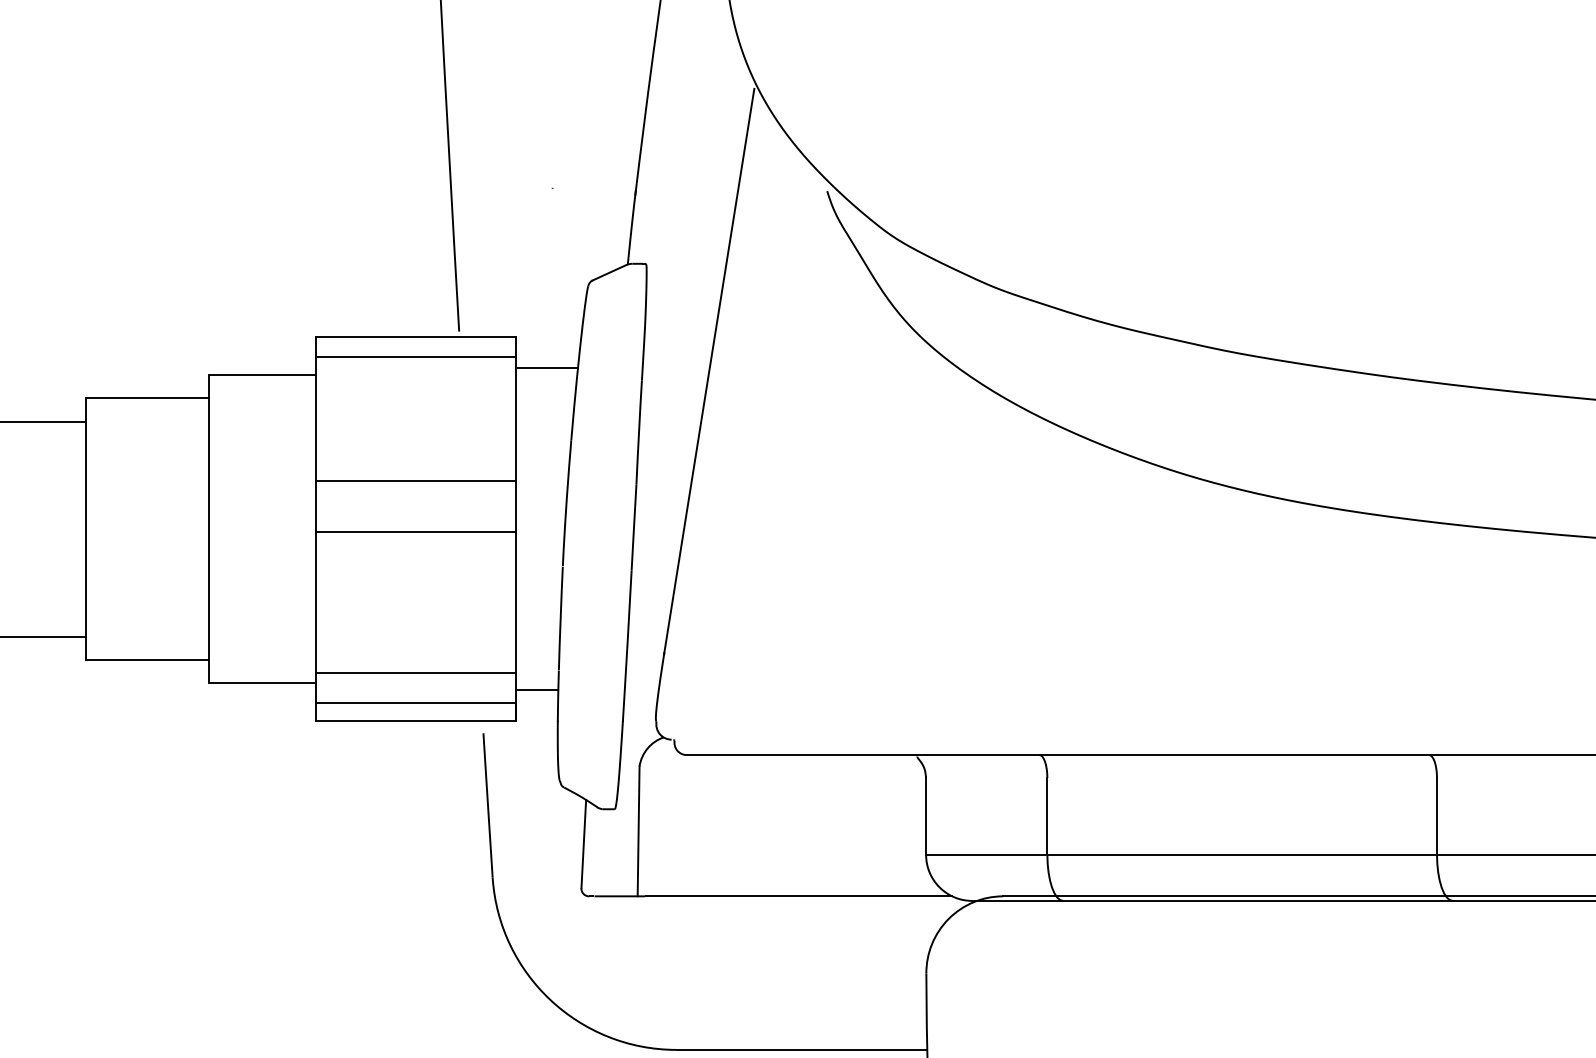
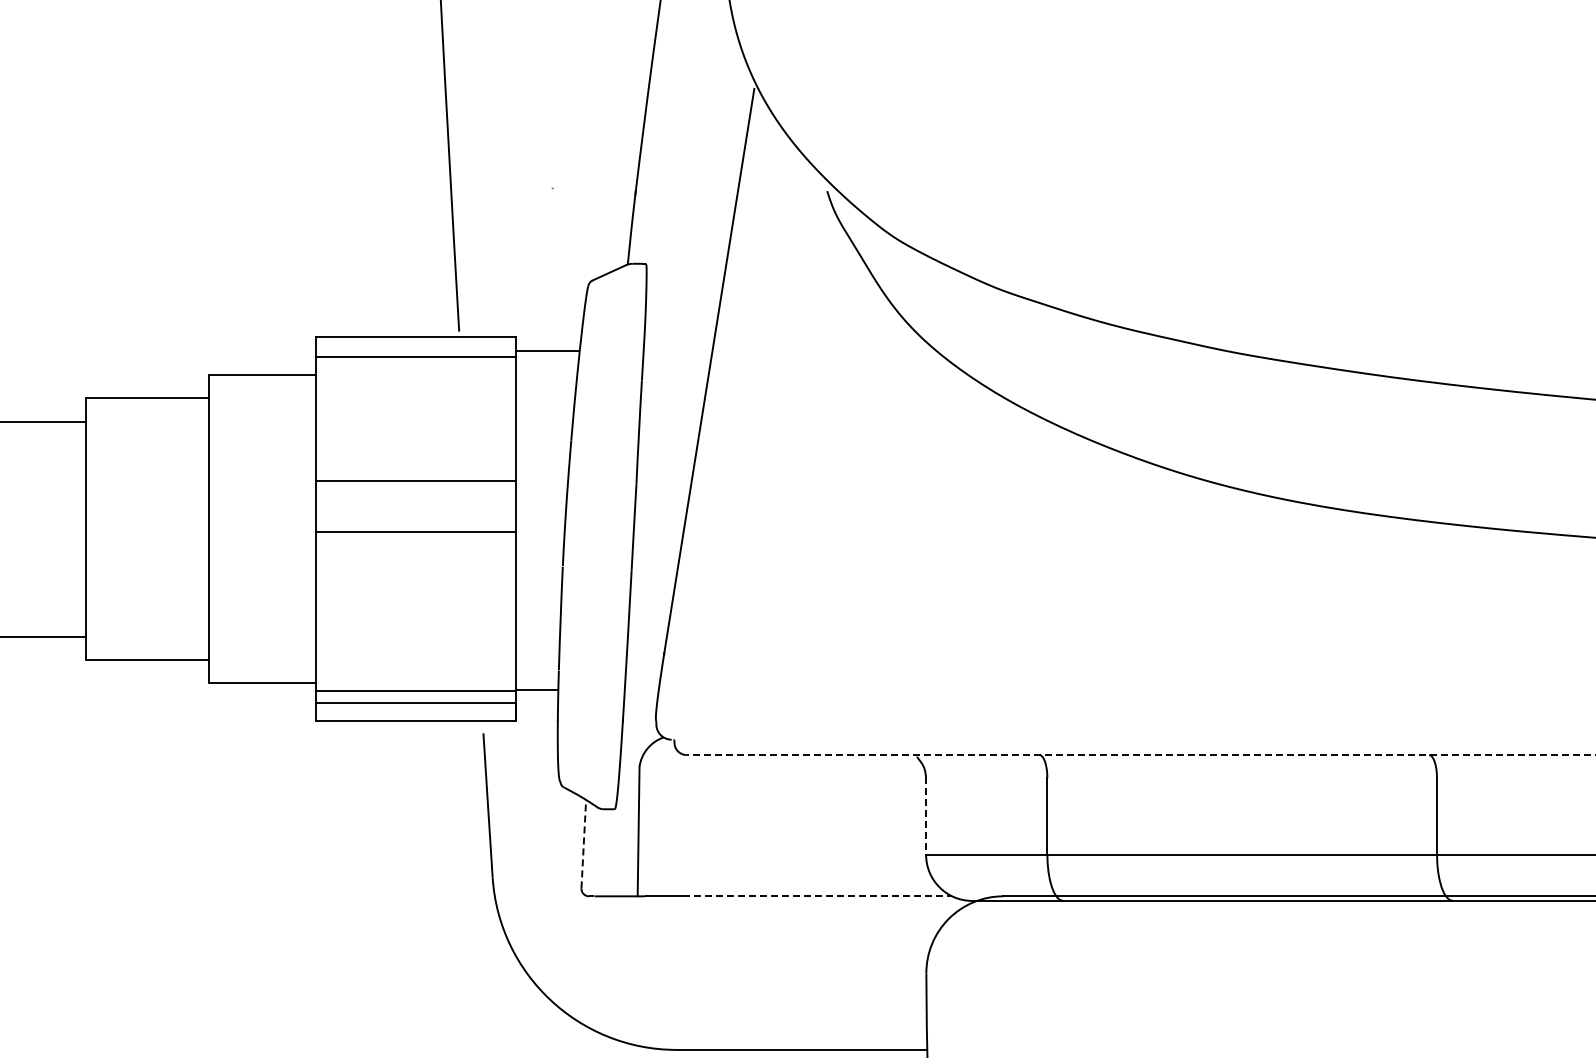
line at (546, 367) position: (546, 367) -> (546, 350)
line at (415, 672) position: (415, 672) -> (415, 690)
line at (1140, 755): solid -> dashed
line at (926, 816): solid -> dashed
line at (583, 843): solid -> dashed
line at (818, 896): solid -> dashed
